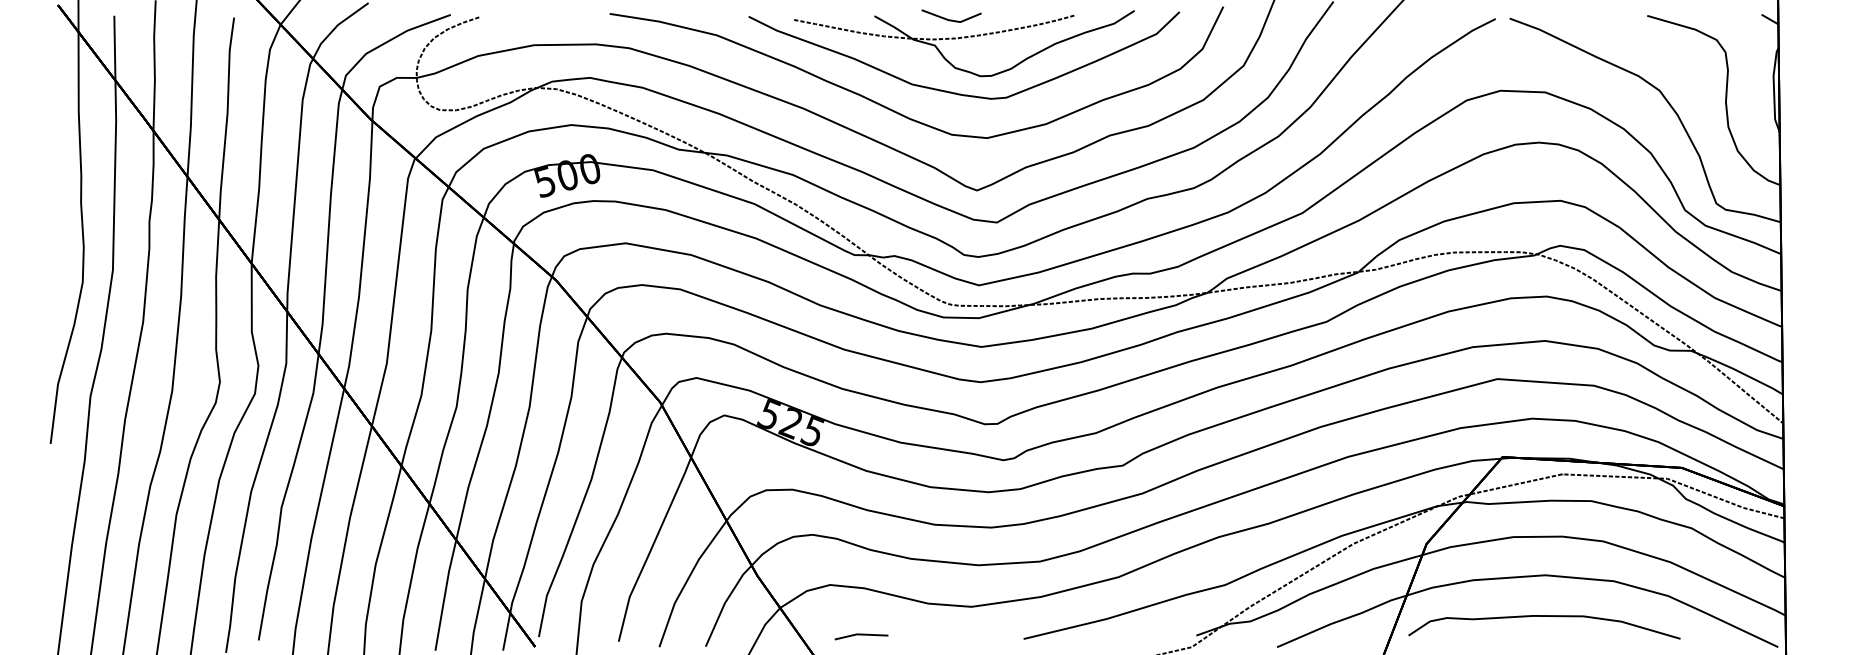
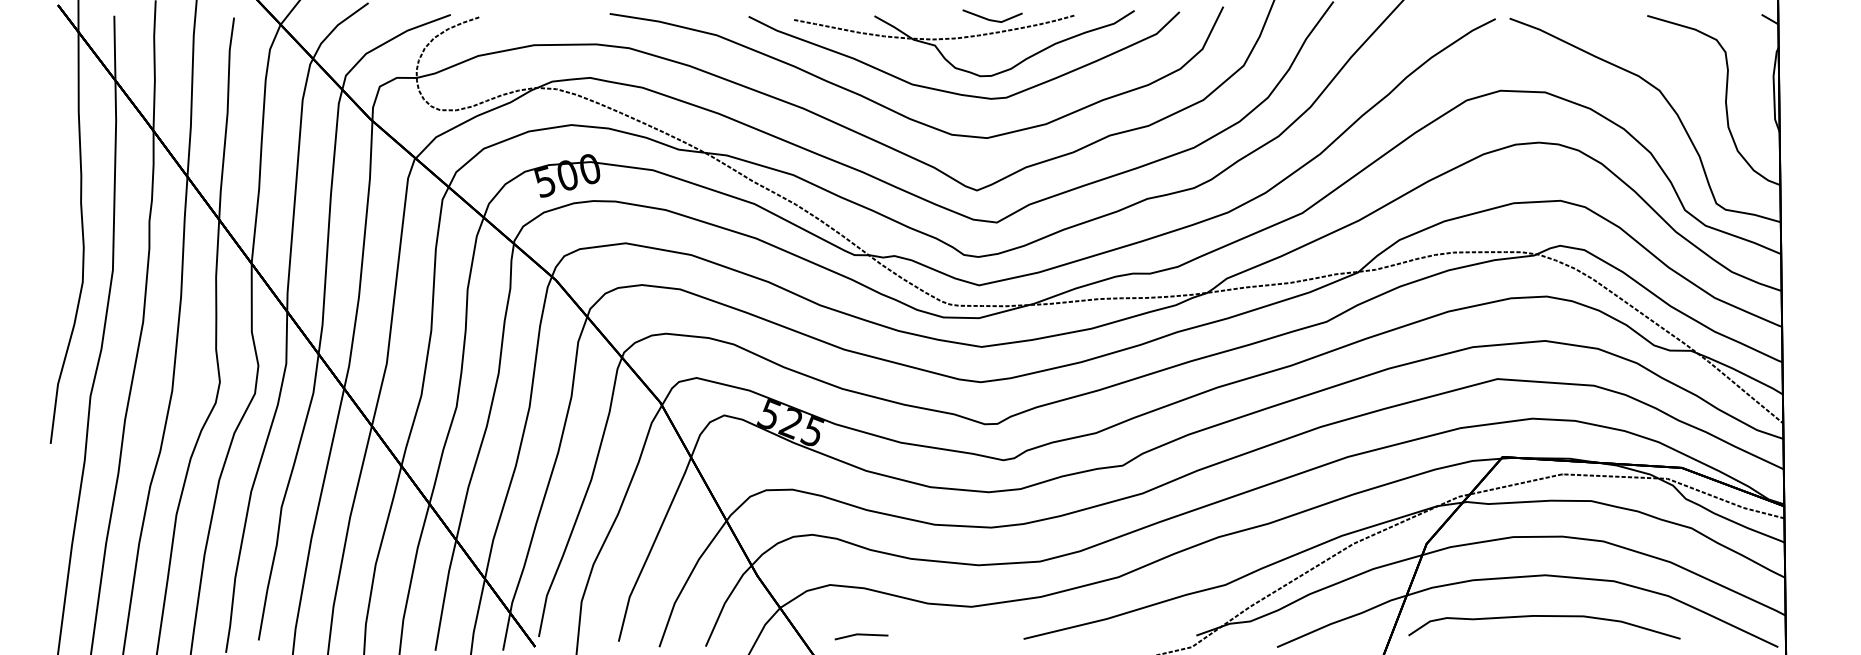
line at (951, 19) position: (951, 19) -> (992, 19)
